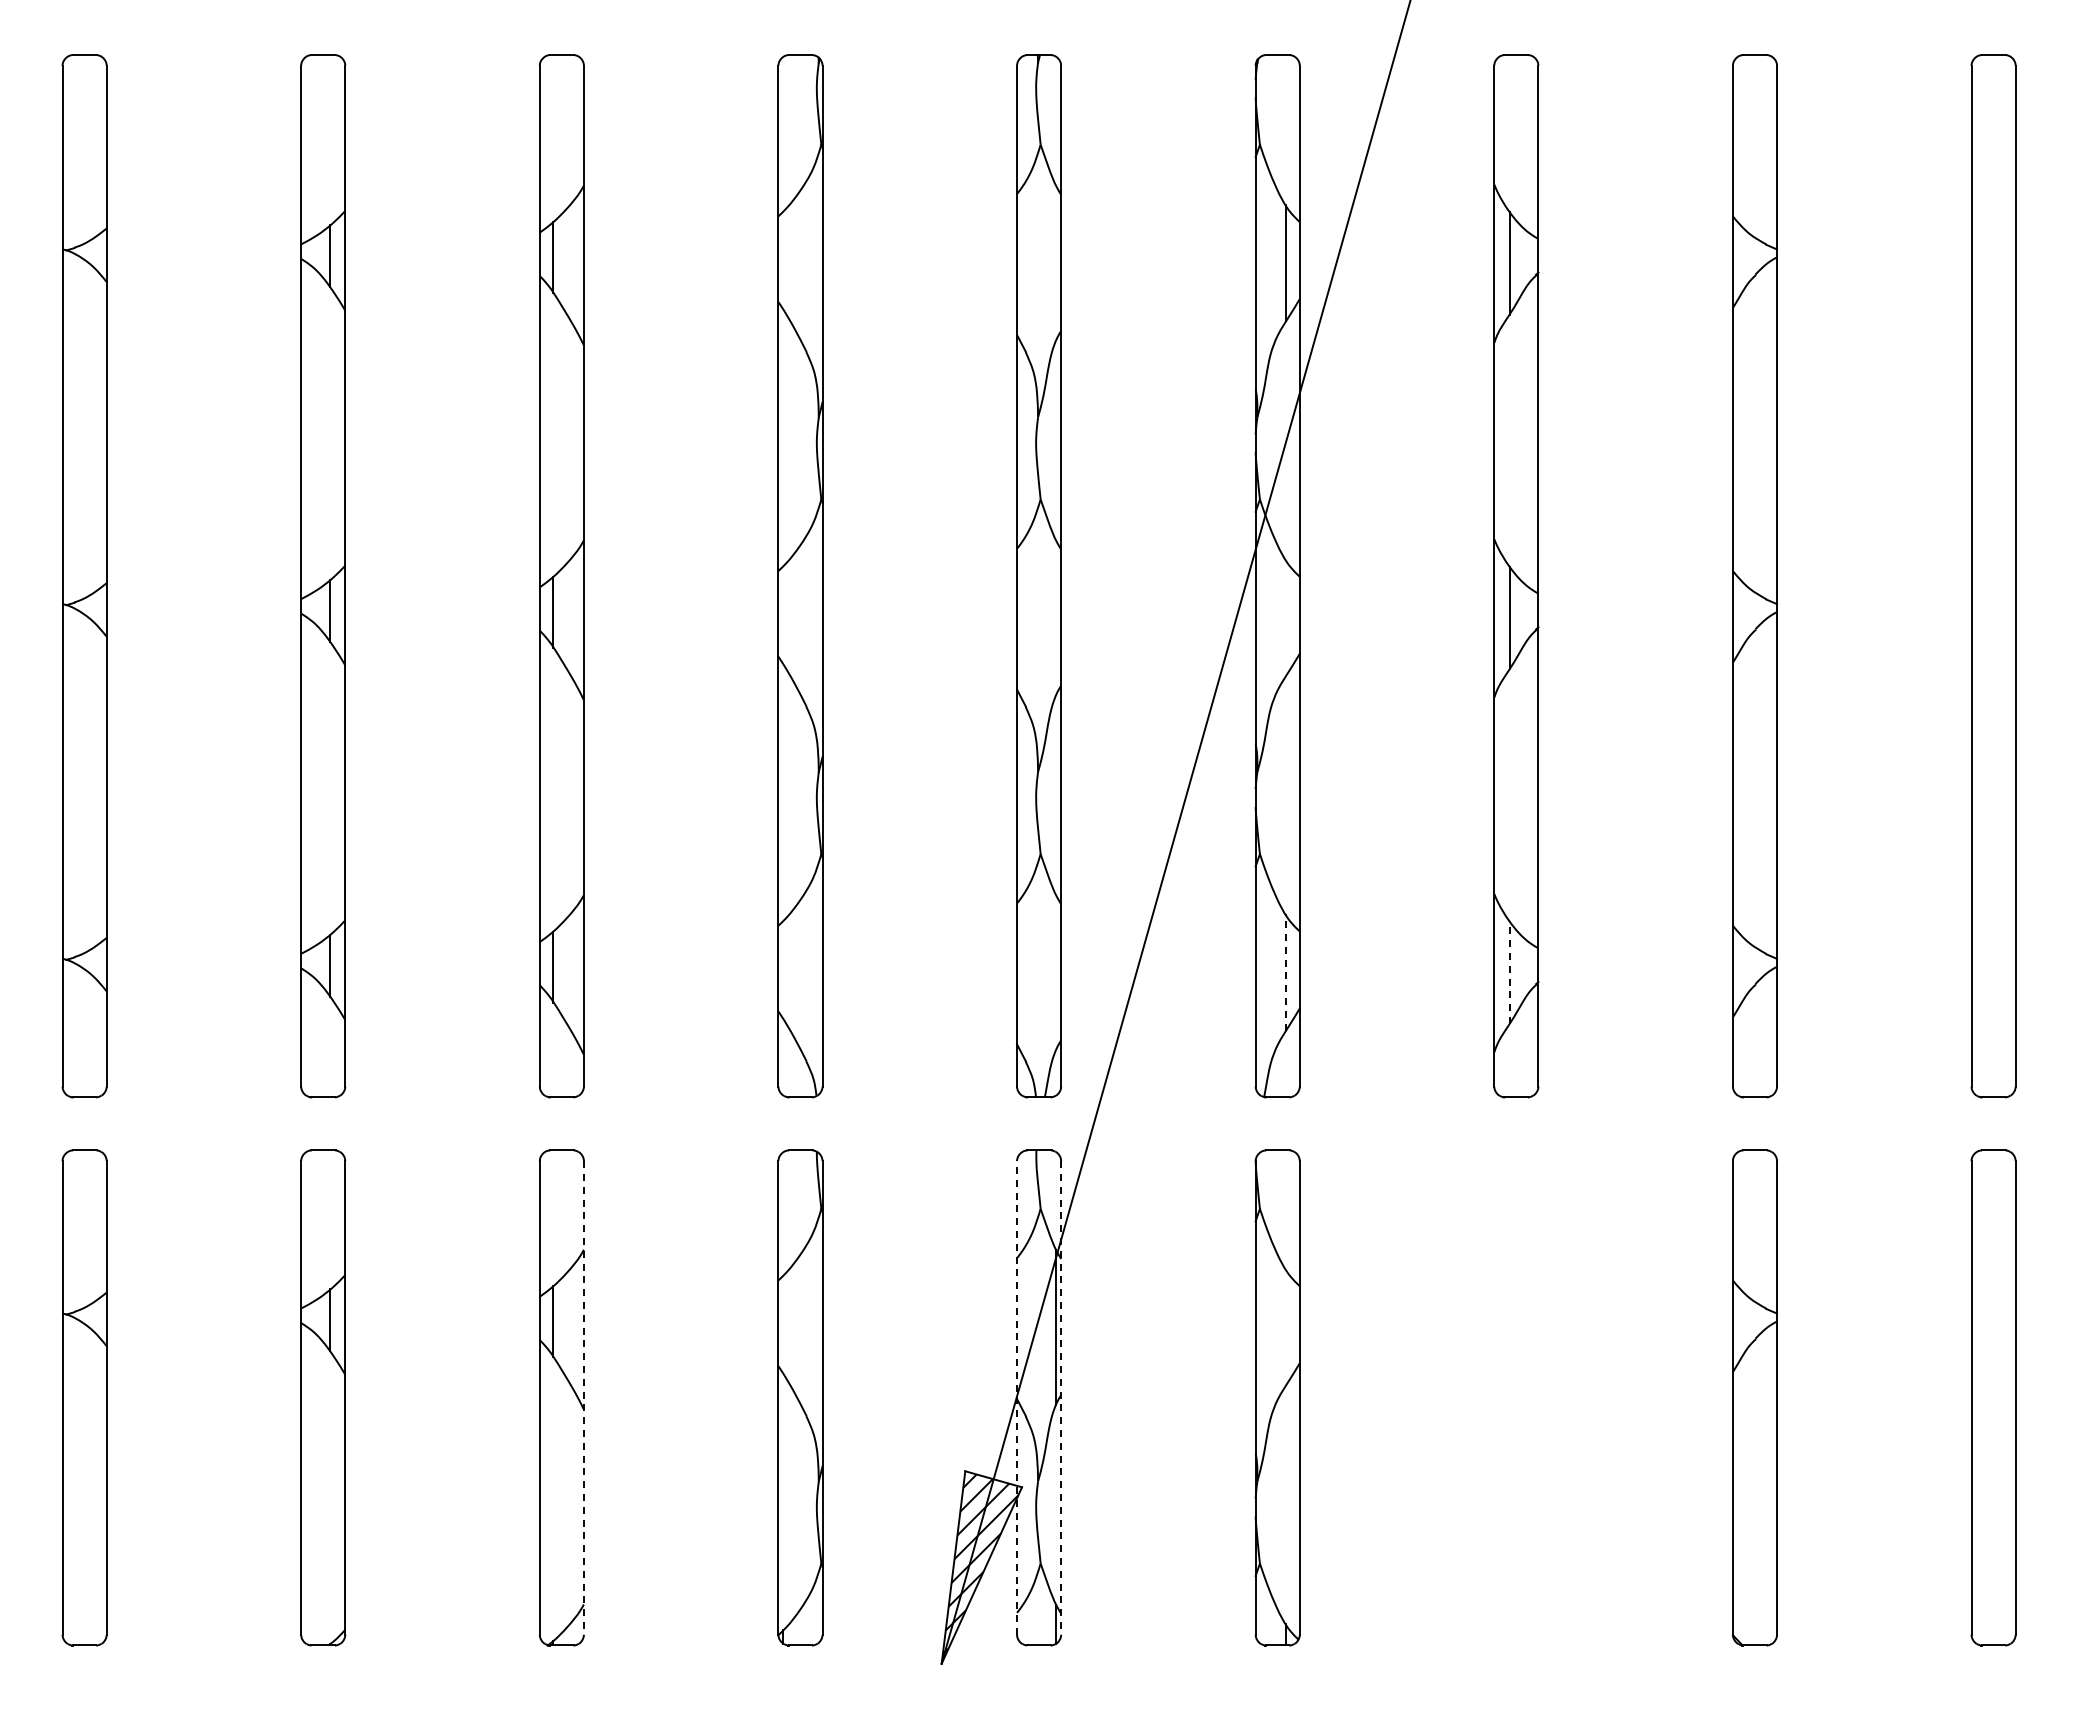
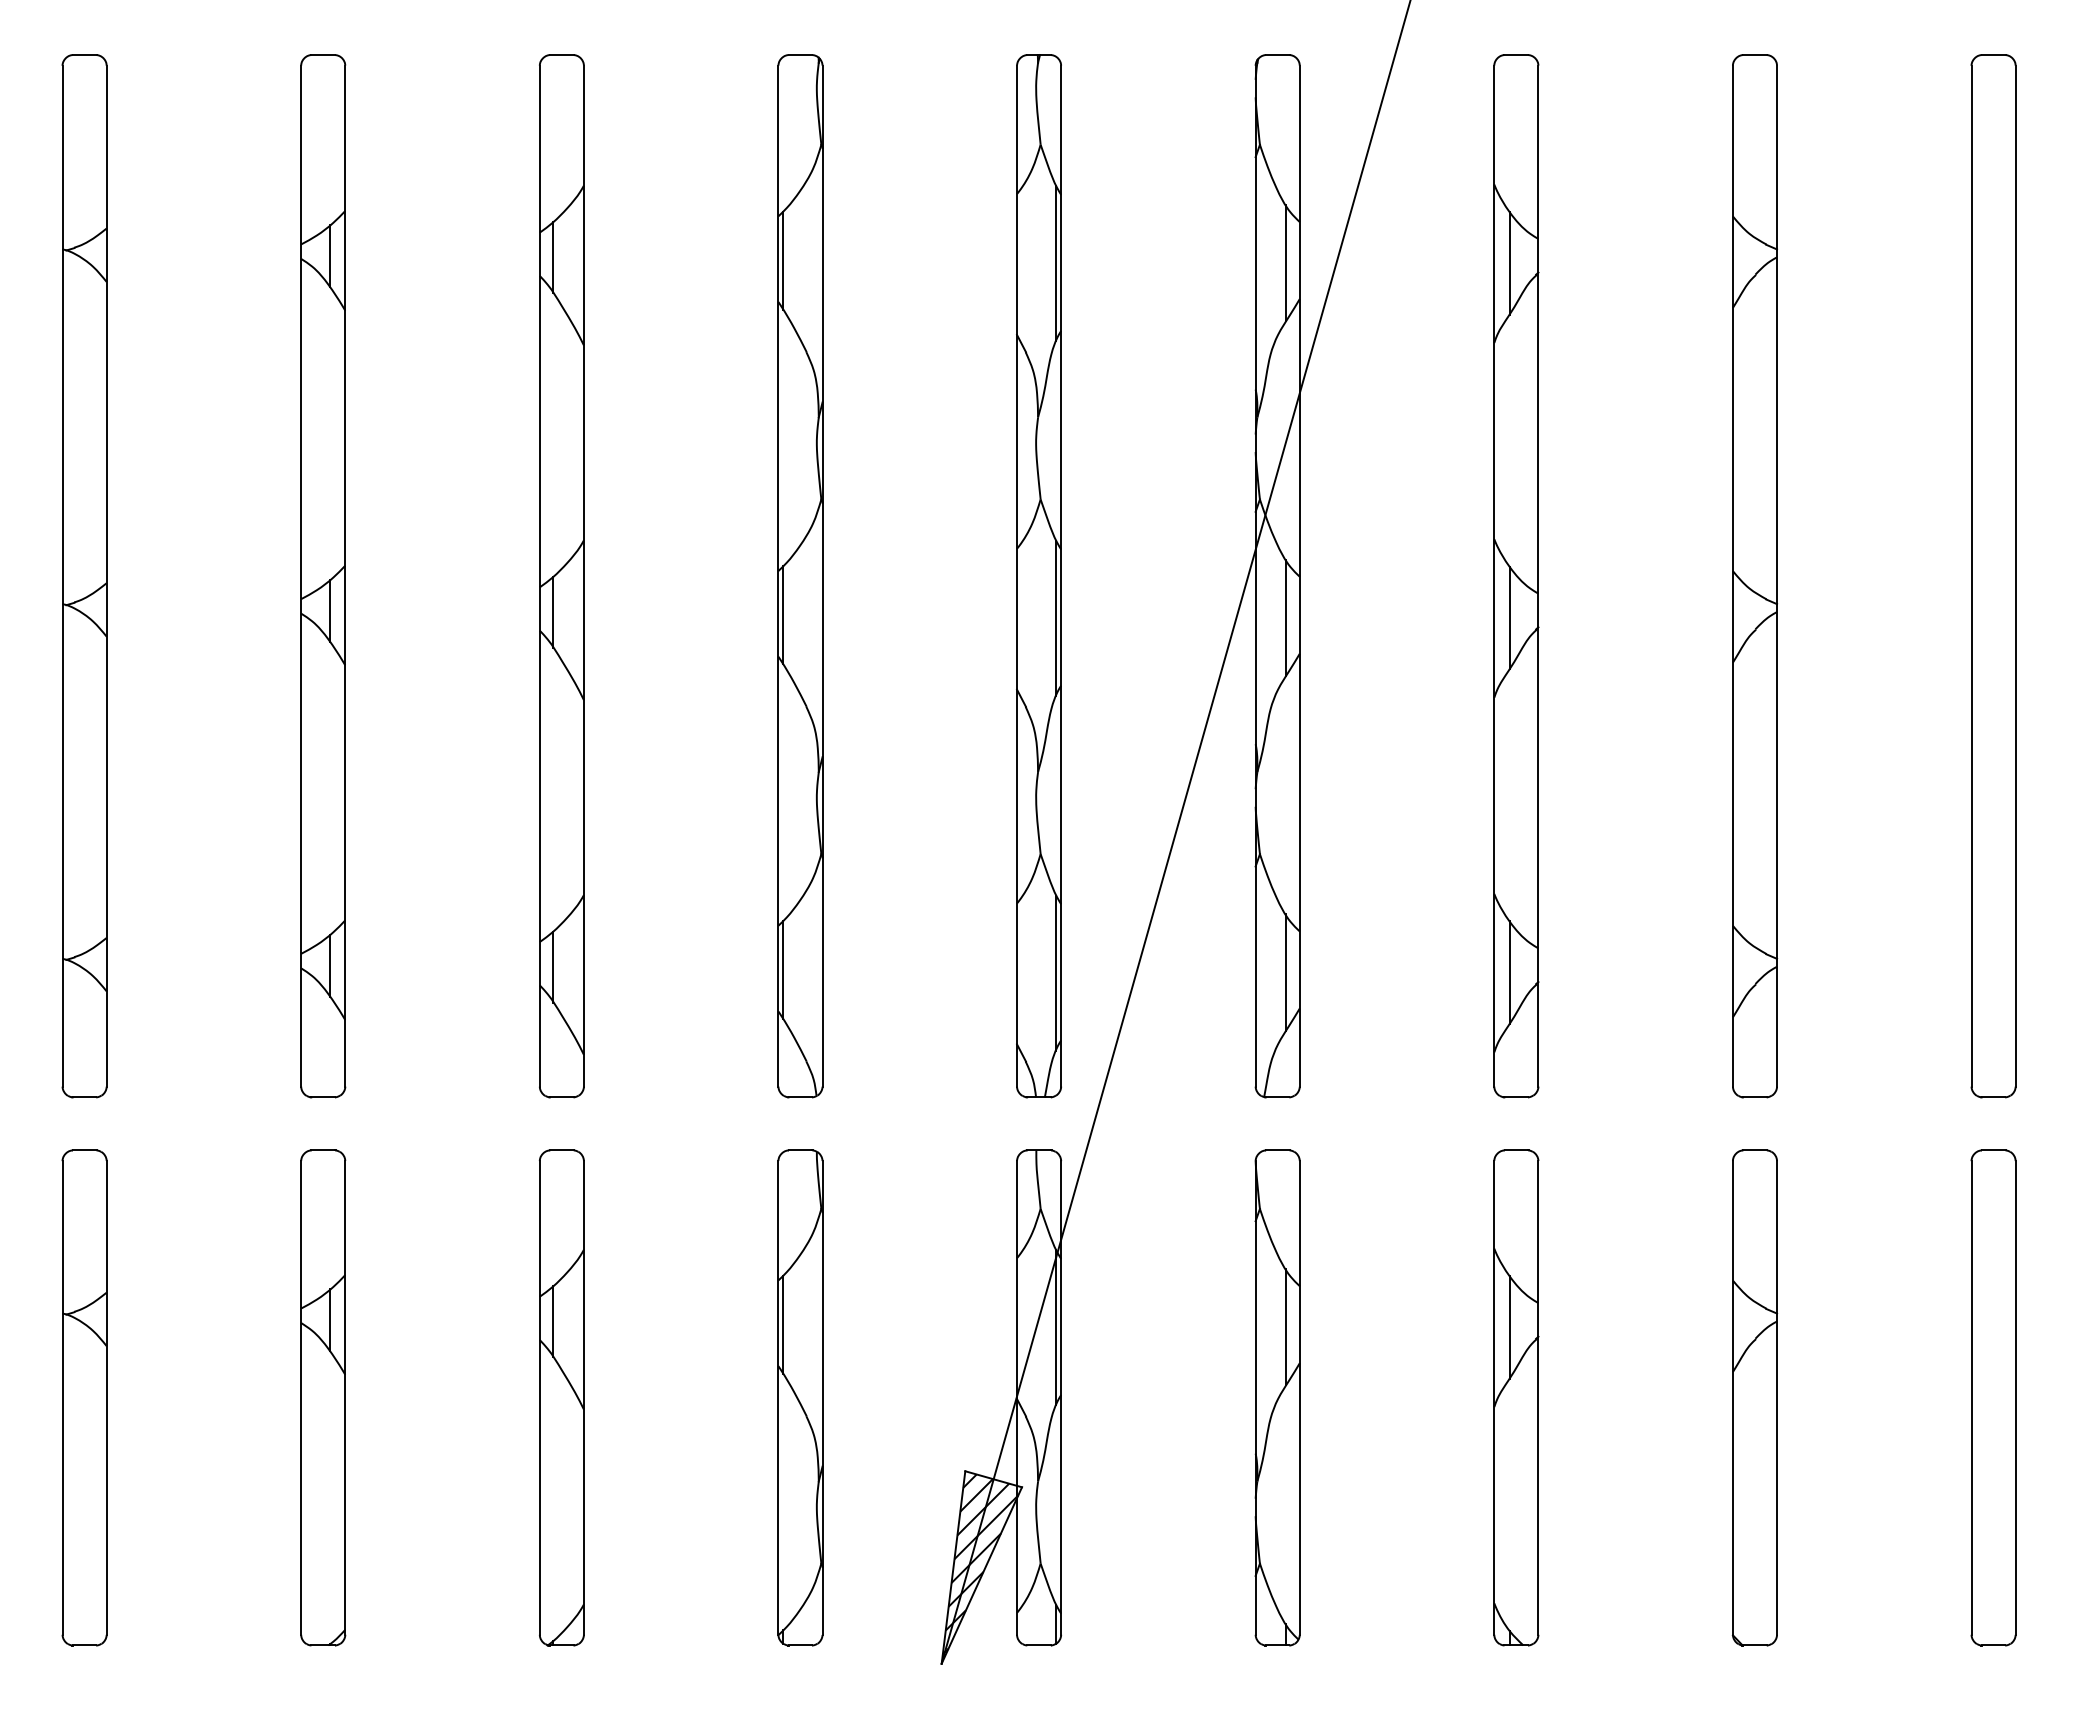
line at (783, 260): none -> present
line at (1056, 263): none -> present
line at (783, 615): none -> present
line at (1056, 617): none -> present
line at (1286, 617): none -> present
line at (783, 969): none -> present
line at (1056, 972): none -> present
line at (1286, 972): dashed -> solid
line at (1509, 972): dashed -> solid
line at (783, 1324): none -> present
line at (1286, 1327): none -> present
line at (583, 1397): dashed -> solid
line at (1017, 1397): dashed -> solid
line at (1061, 1397): dashed -> solid
part at (1516, 1397): none -> present
